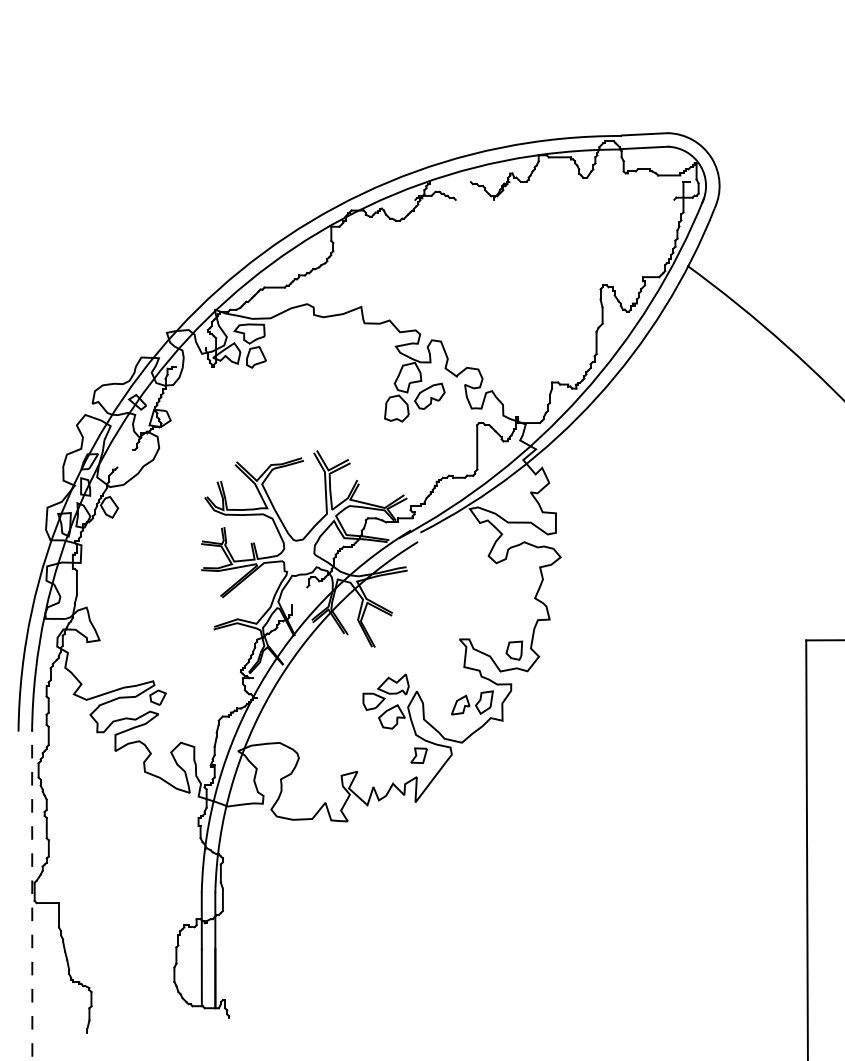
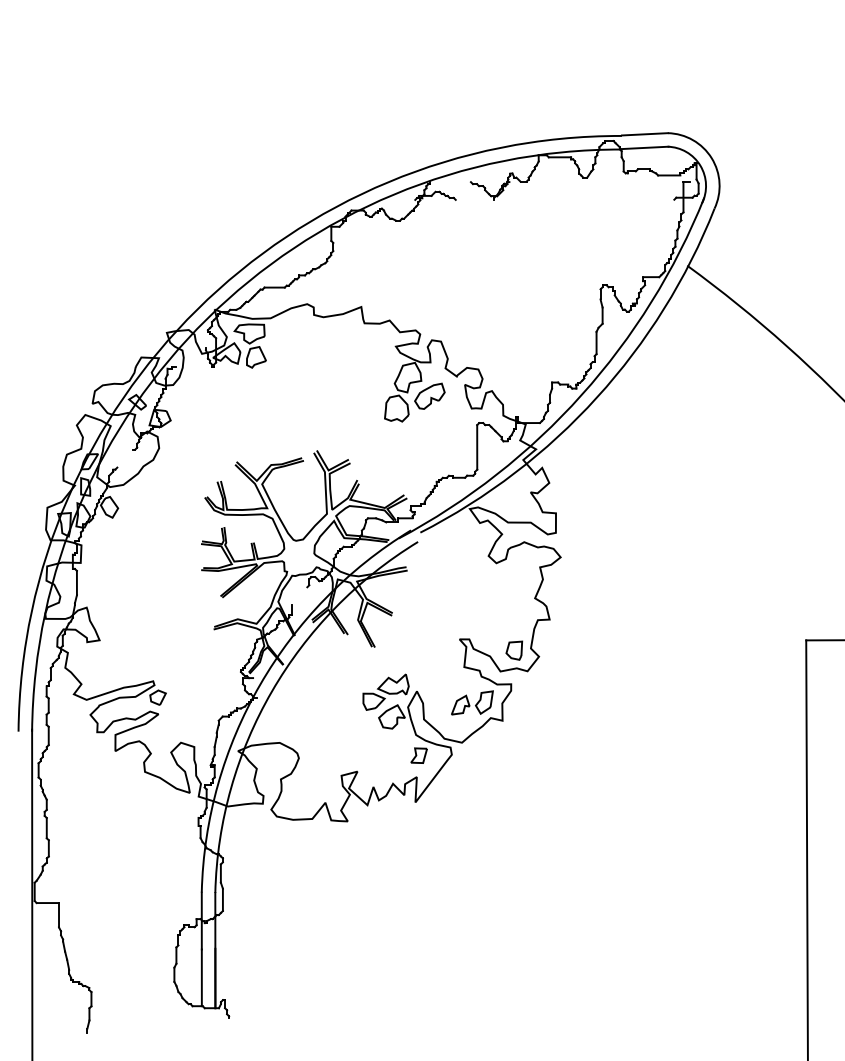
line at (32, 894): dashed -> solid
